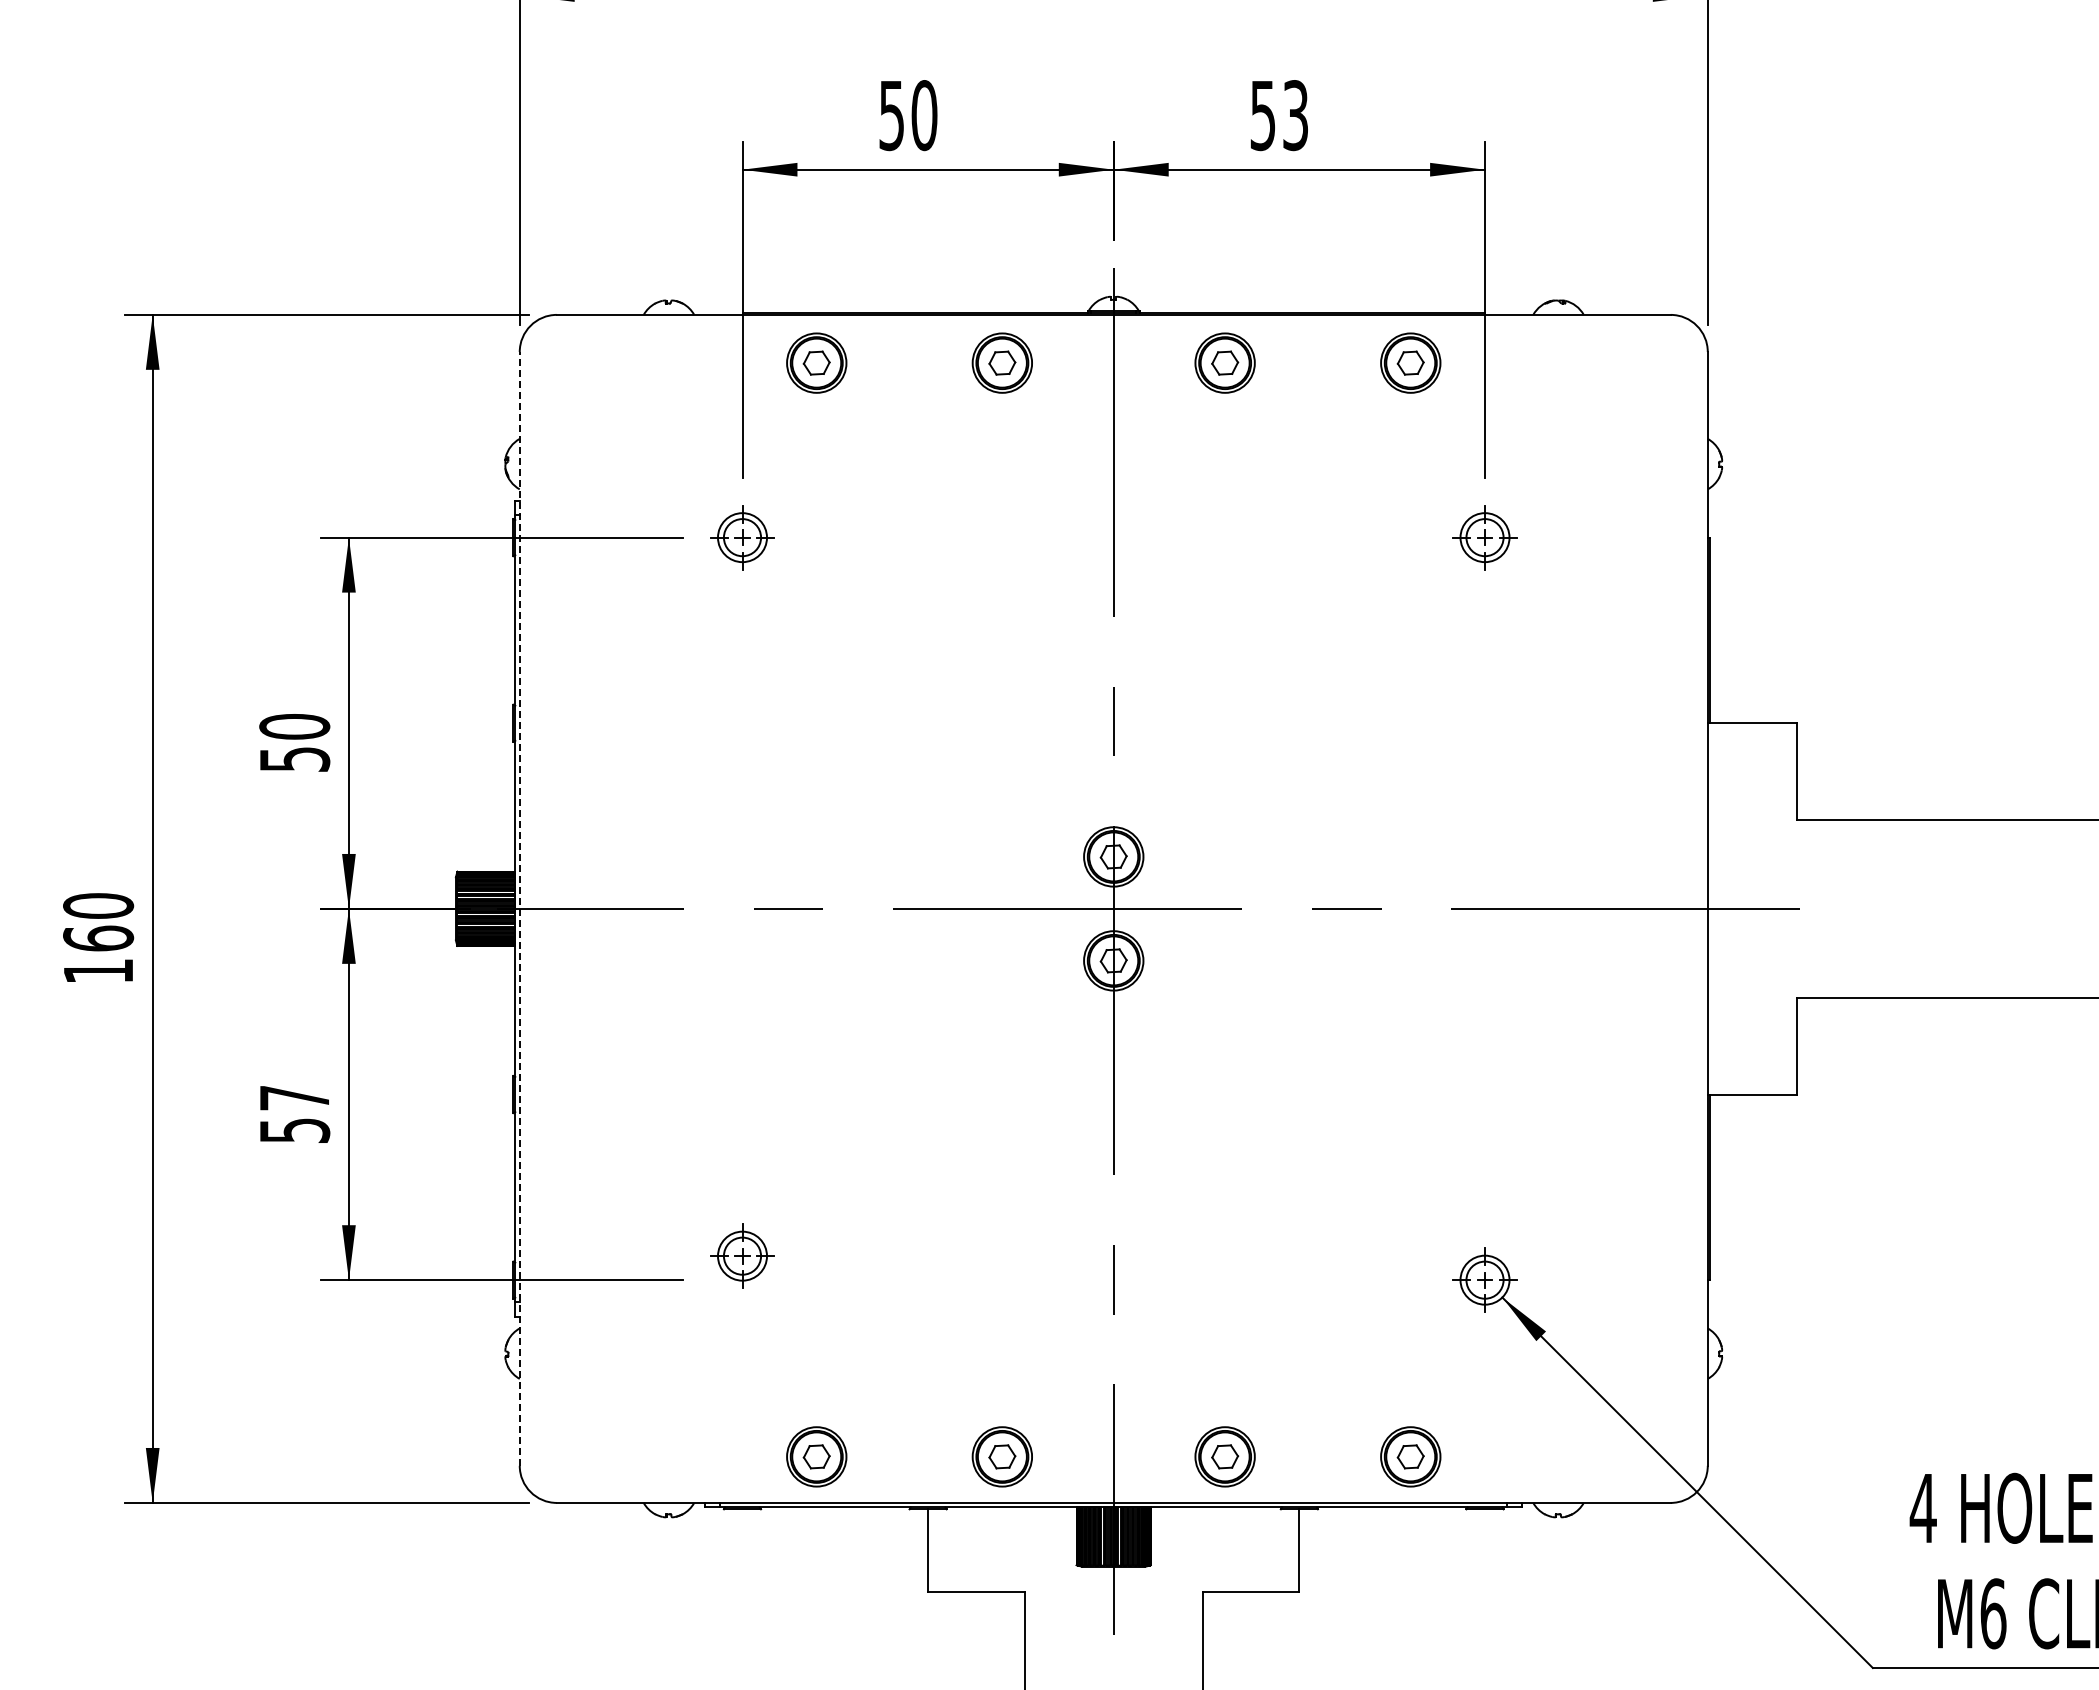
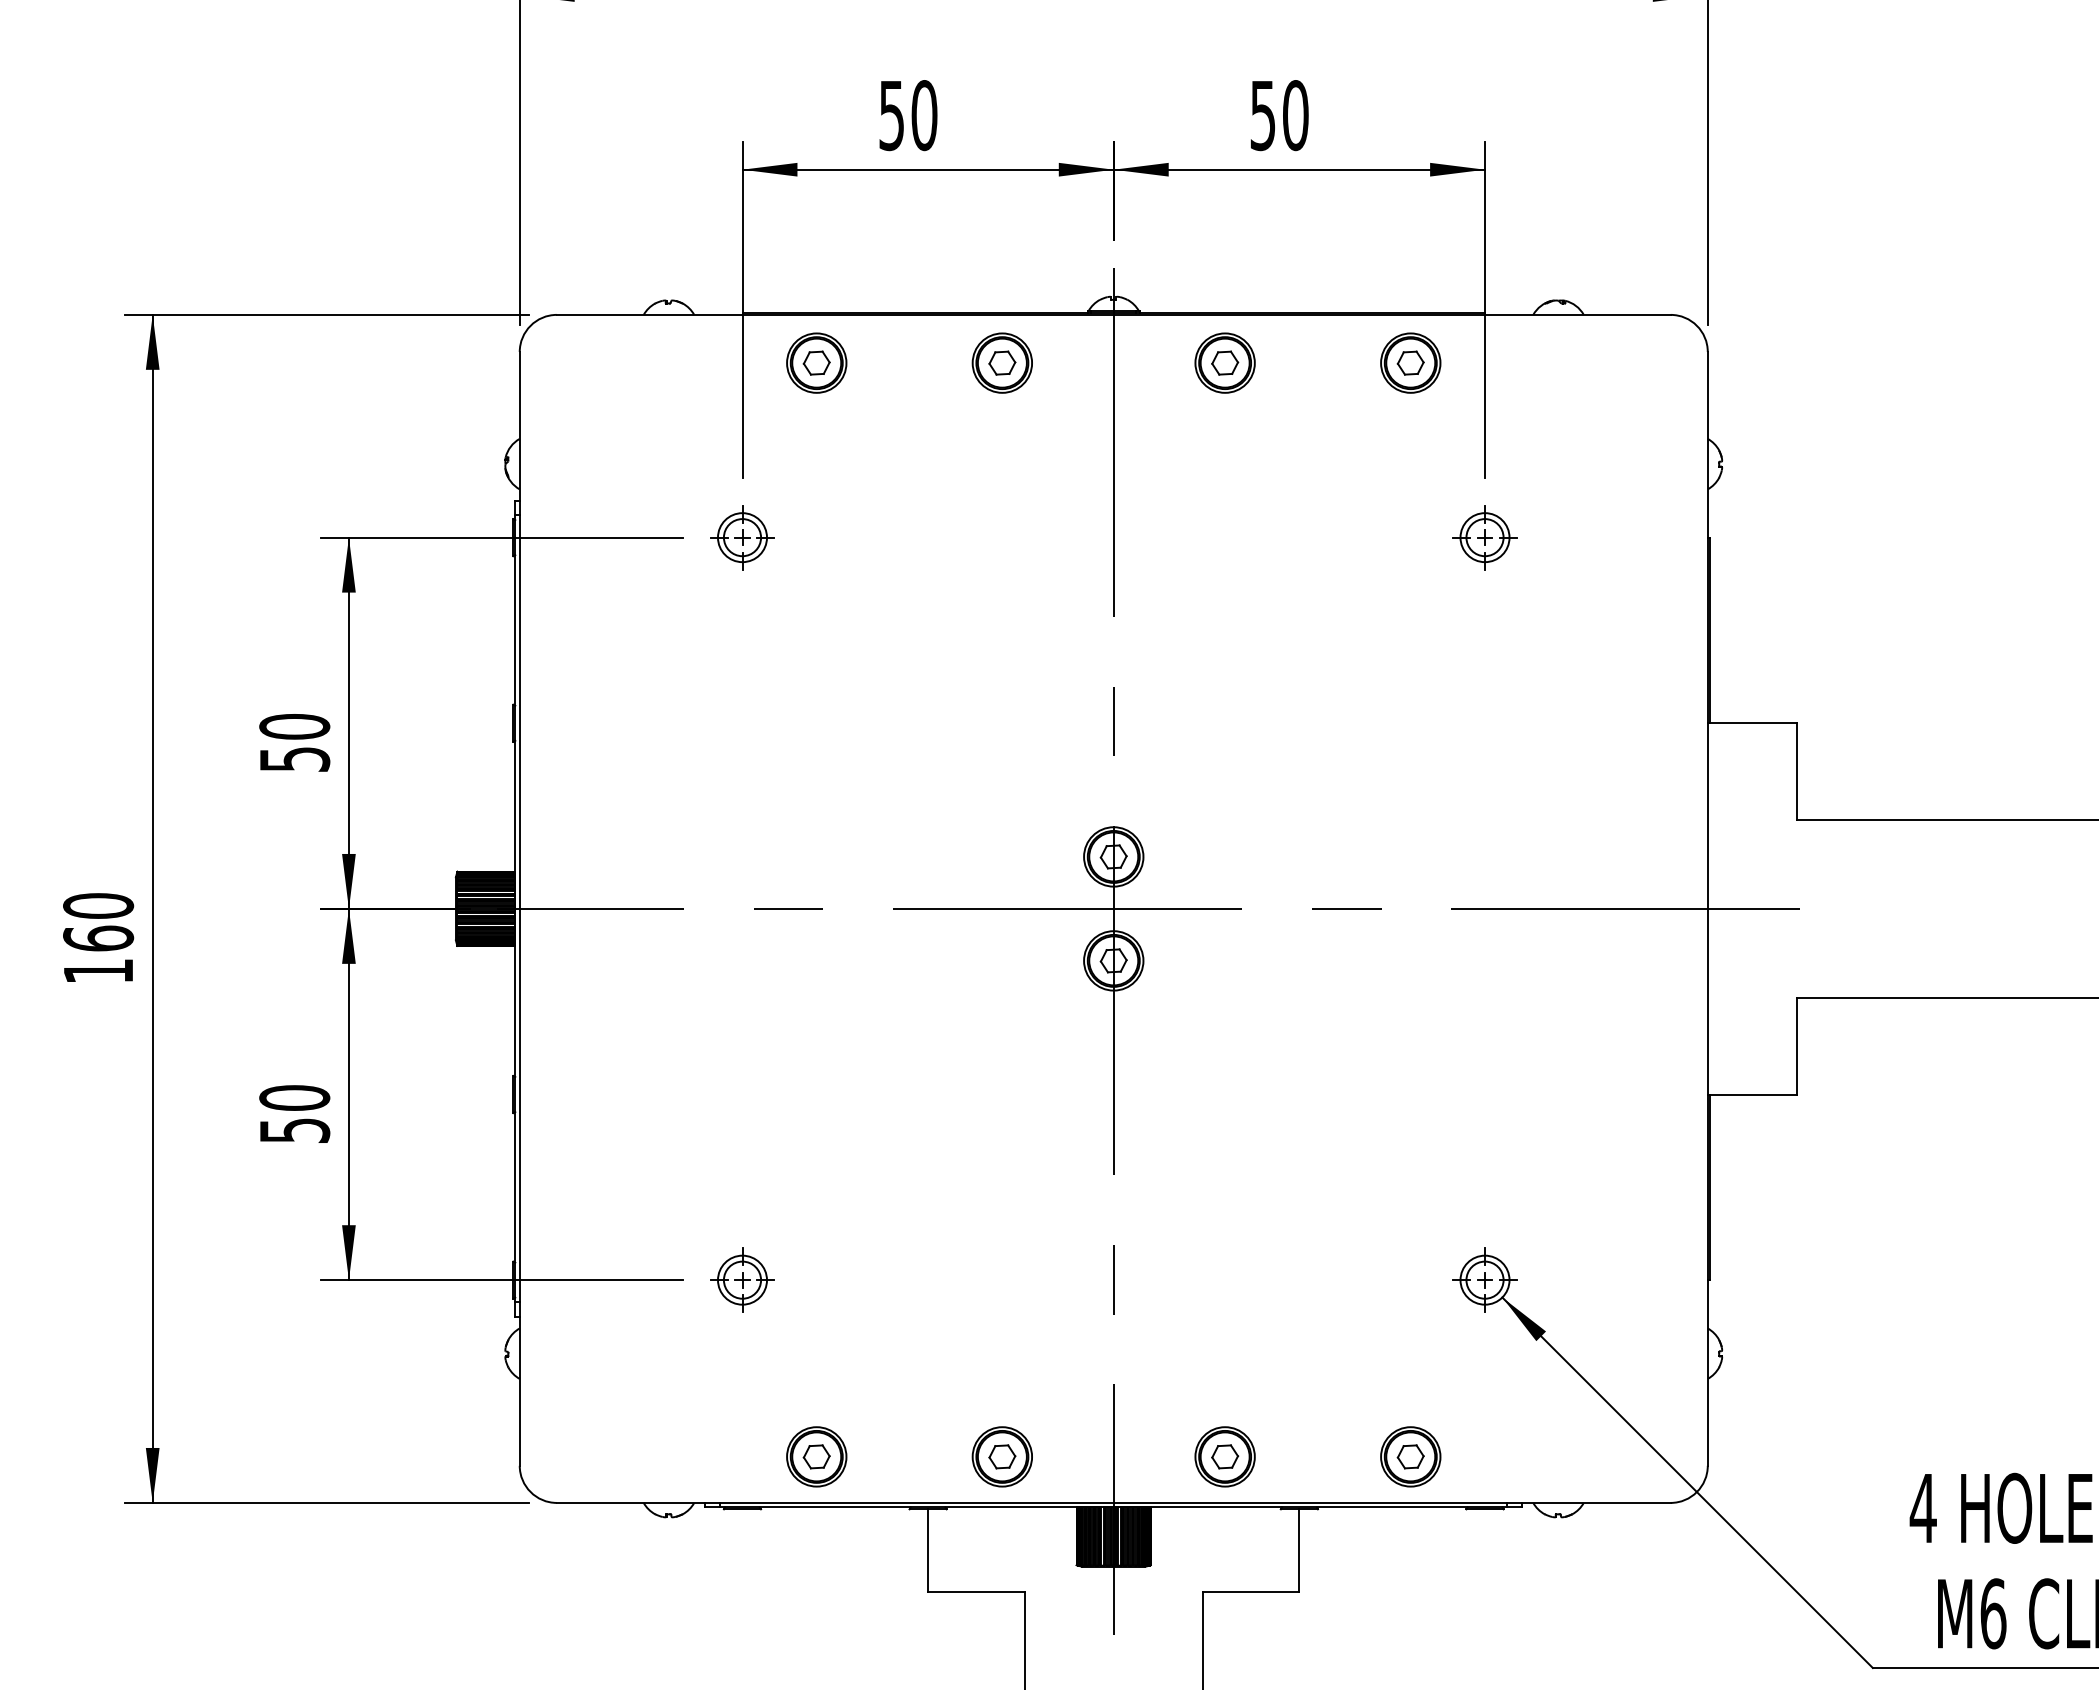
text at (1295, 115): 53 -> 50
line at (519, 908): dashed -> solid
text at (294, 1097): 57 -> 50
part at (742, 1255) position: (742, 1255) -> (742, 1279)
